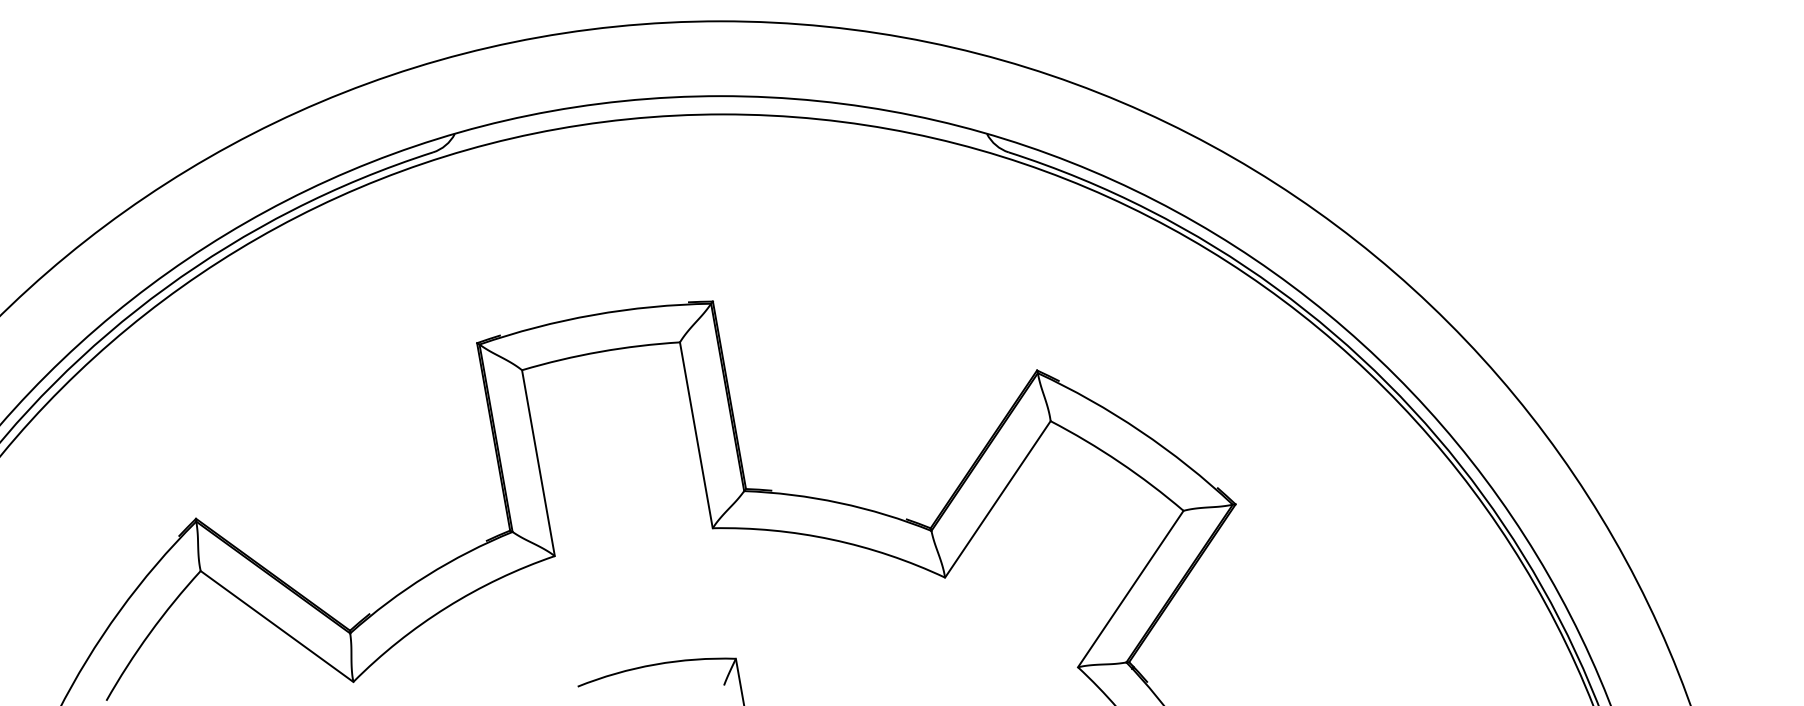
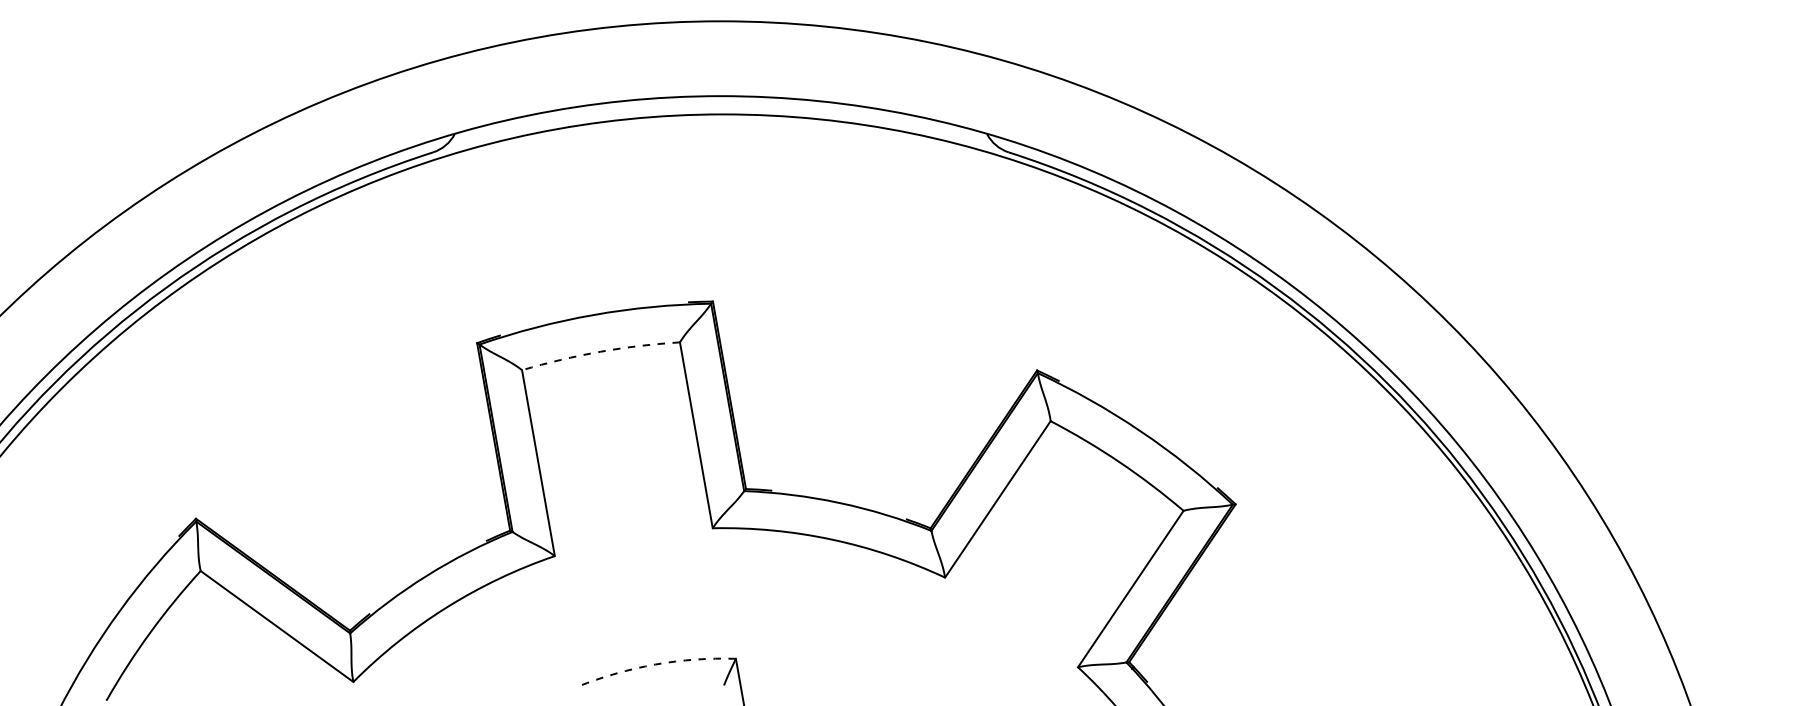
arc at (600, 351): solid -> dashed
arc at (655, 664): solid -> dashed
